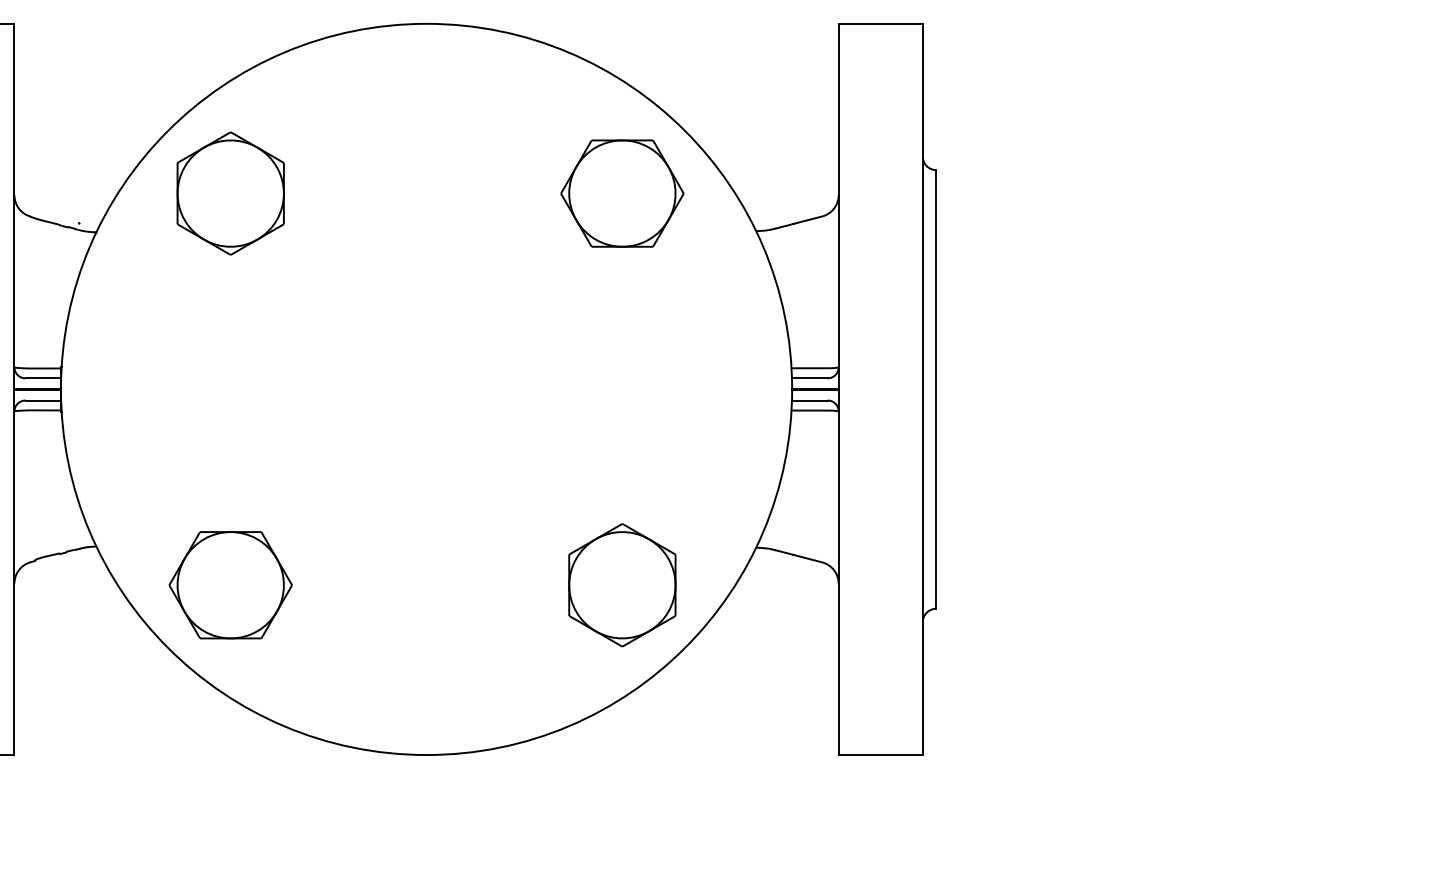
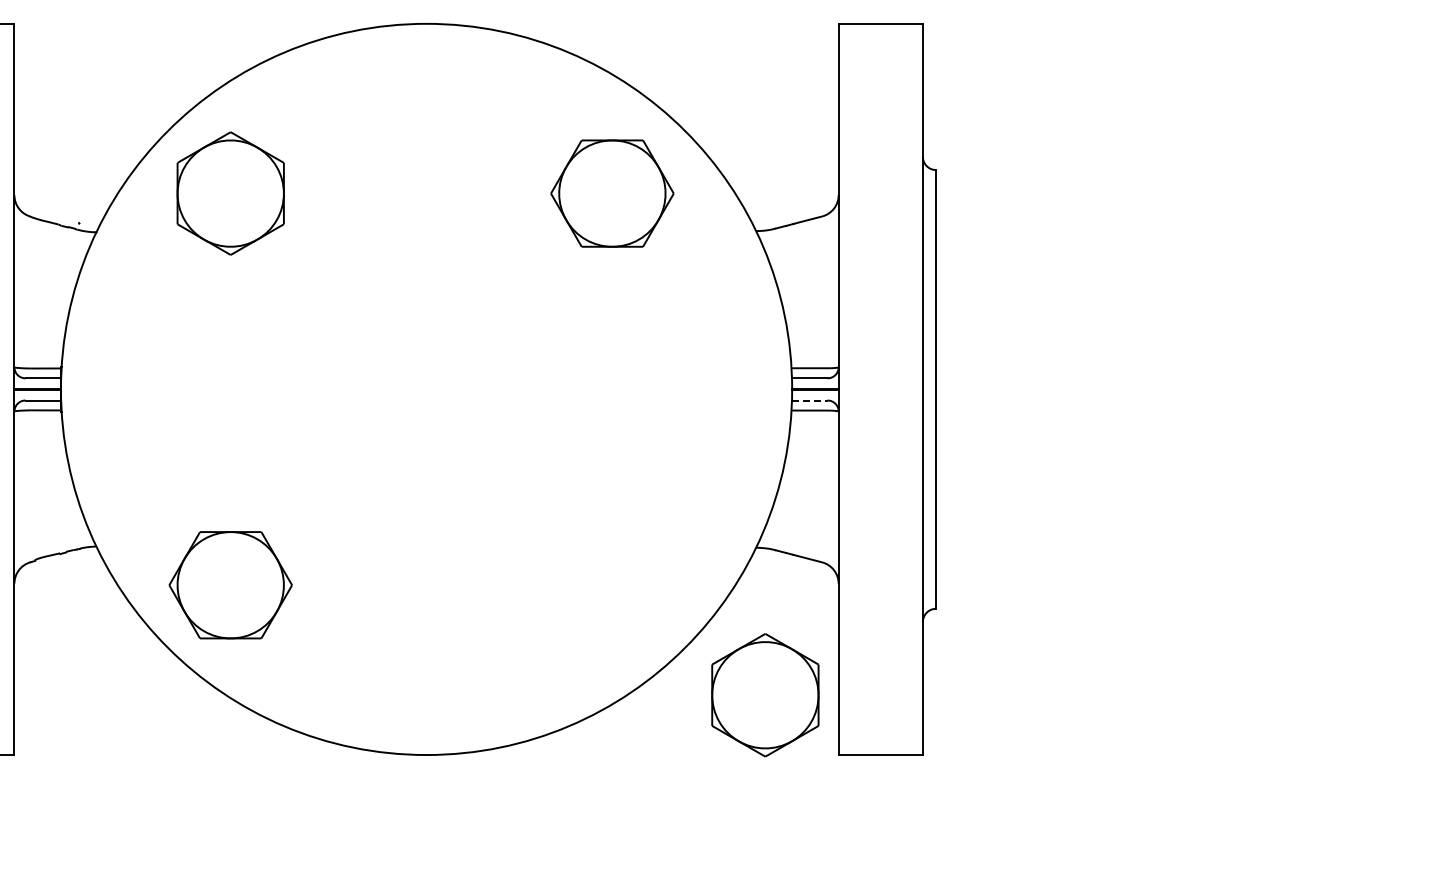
part at (622, 193) position: (622, 193) -> (612, 193)
line at (809, 400): solid -> dashed
part at (622, 585) position: (622, 585) -> (765, 695)
